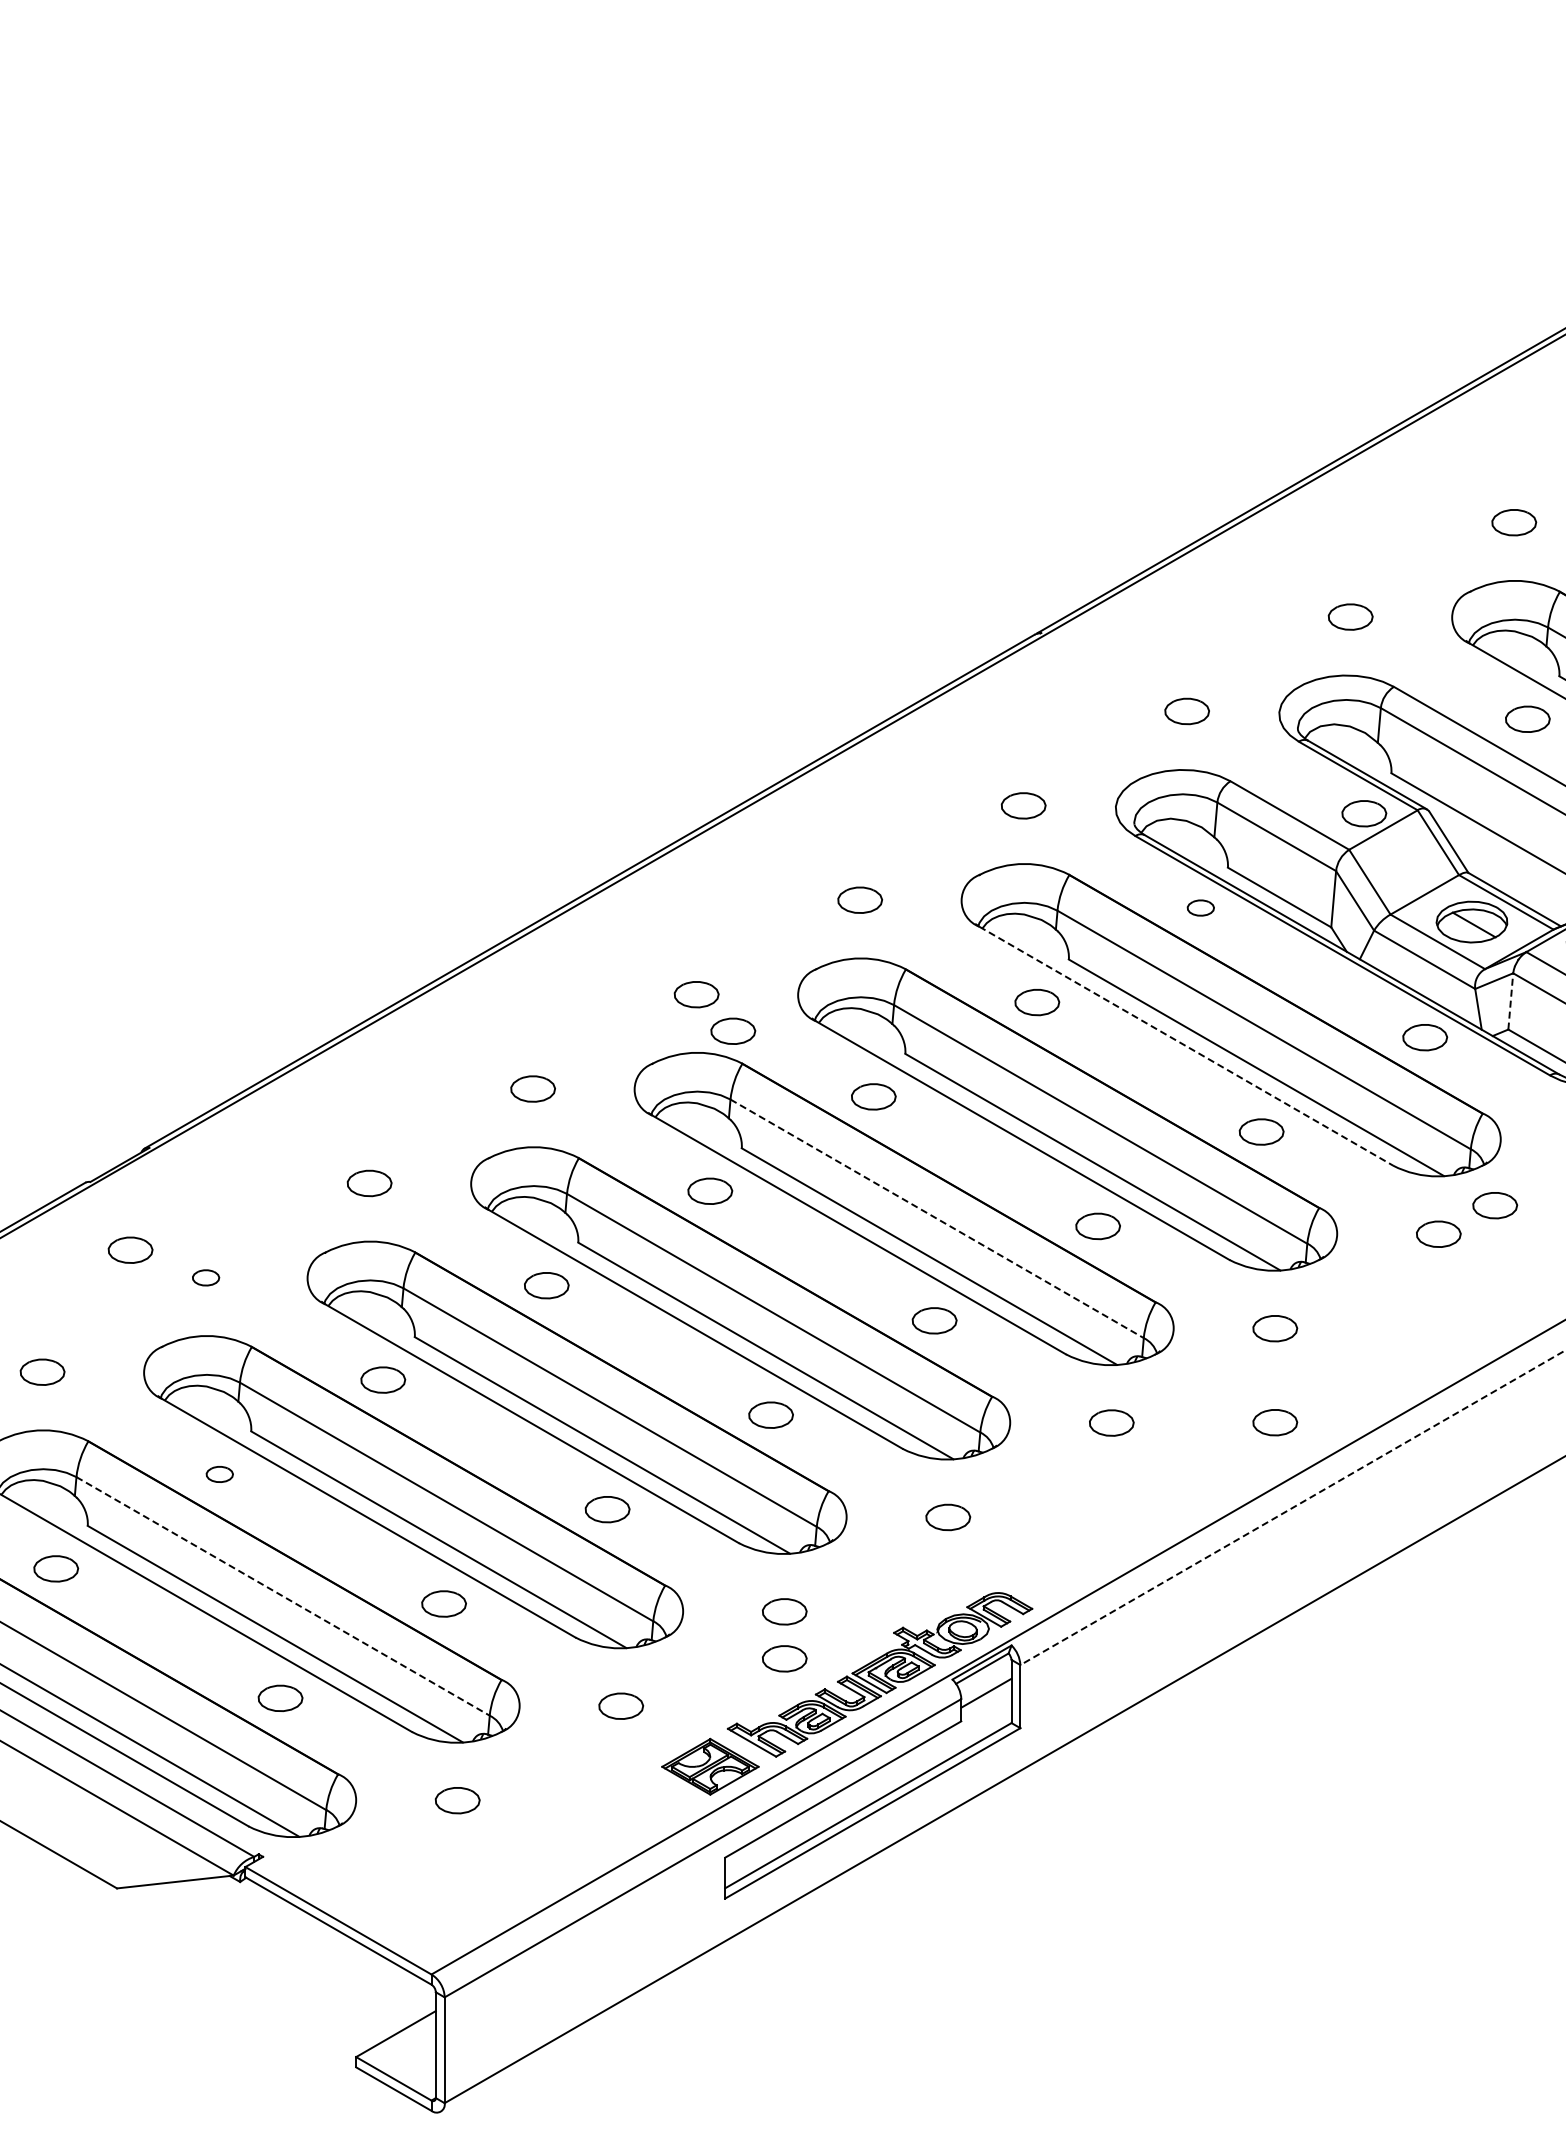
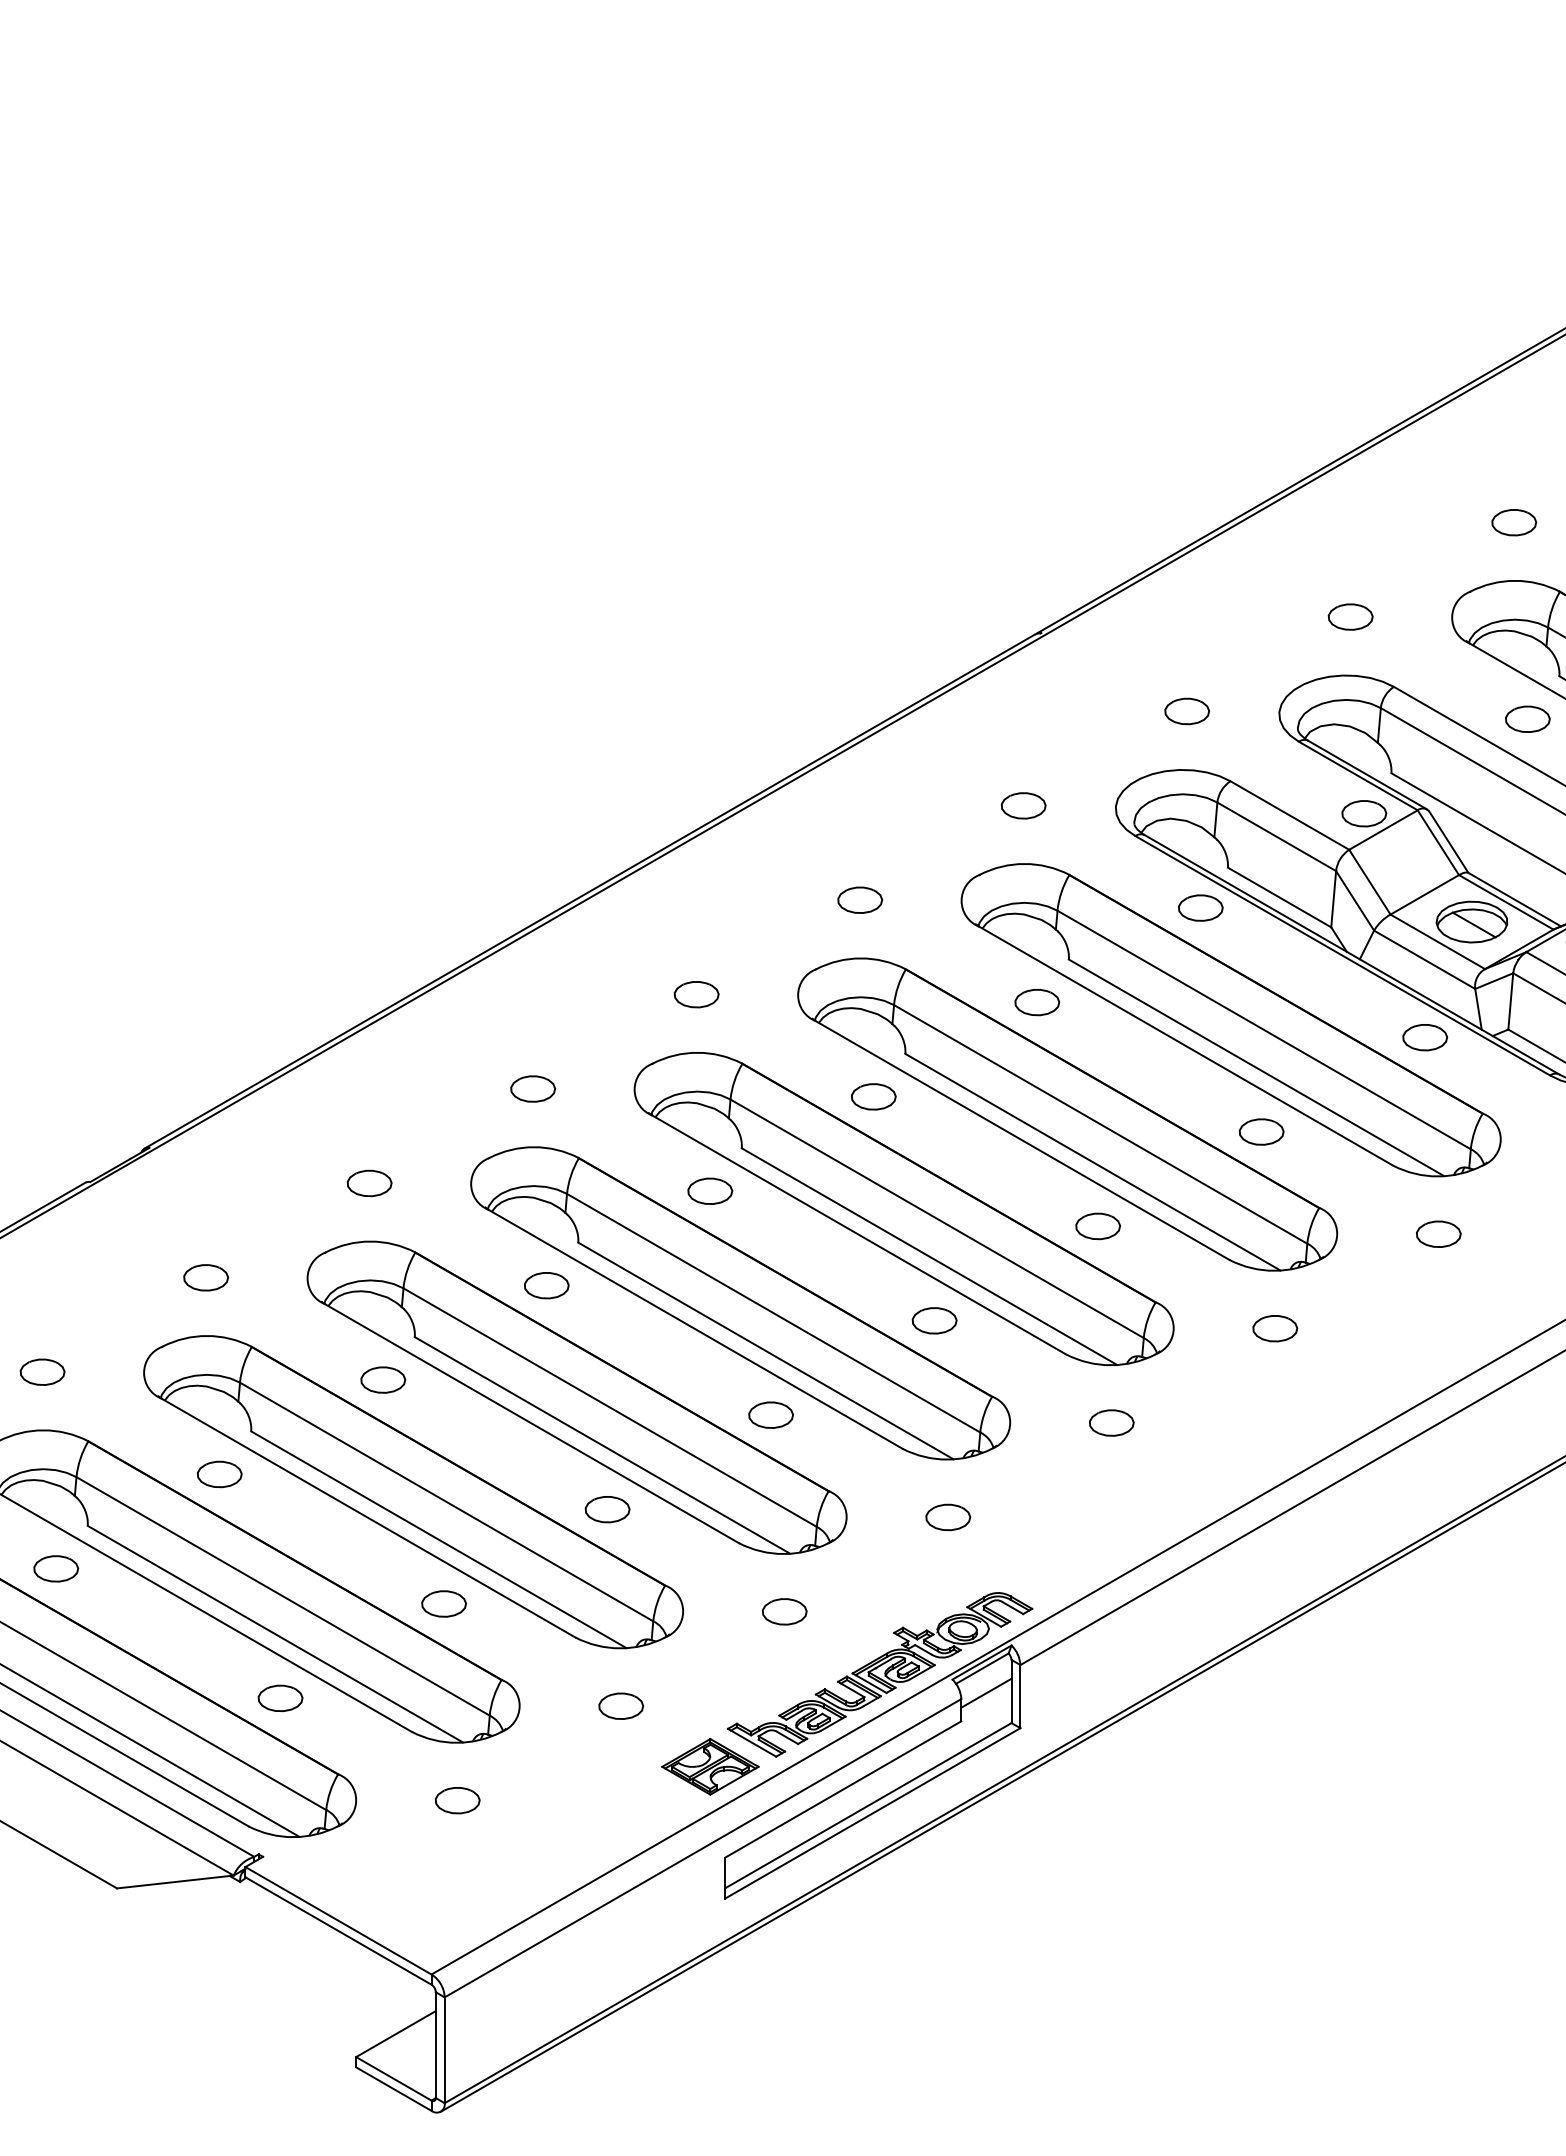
part at (1200, 907) size: 29x18 px -> 46x28 px
line at (1510, 1000): dashed -> solid
part at (733, 1030): present -> none
line at (1186, 1046): dashed -> solid
part at (1495, 1205): present -> none
line at (937, 1218): dashed -> solid
part at (130, 1249): present -> none
part at (206, 1277) size: 29x18 px -> 46x28 px
part at (1275, 1422): present -> none
part at (219, 1474) size: 29x17 px -> 46x29 px
line at (1292, 1507): dashed -> solid
line at (283, 1596): dashed -> solid
part at (784, 1658): present -> none
line at (1001, 1787): none -> present
